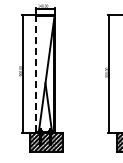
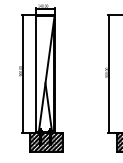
line at (36, 73): dashed -> solid
